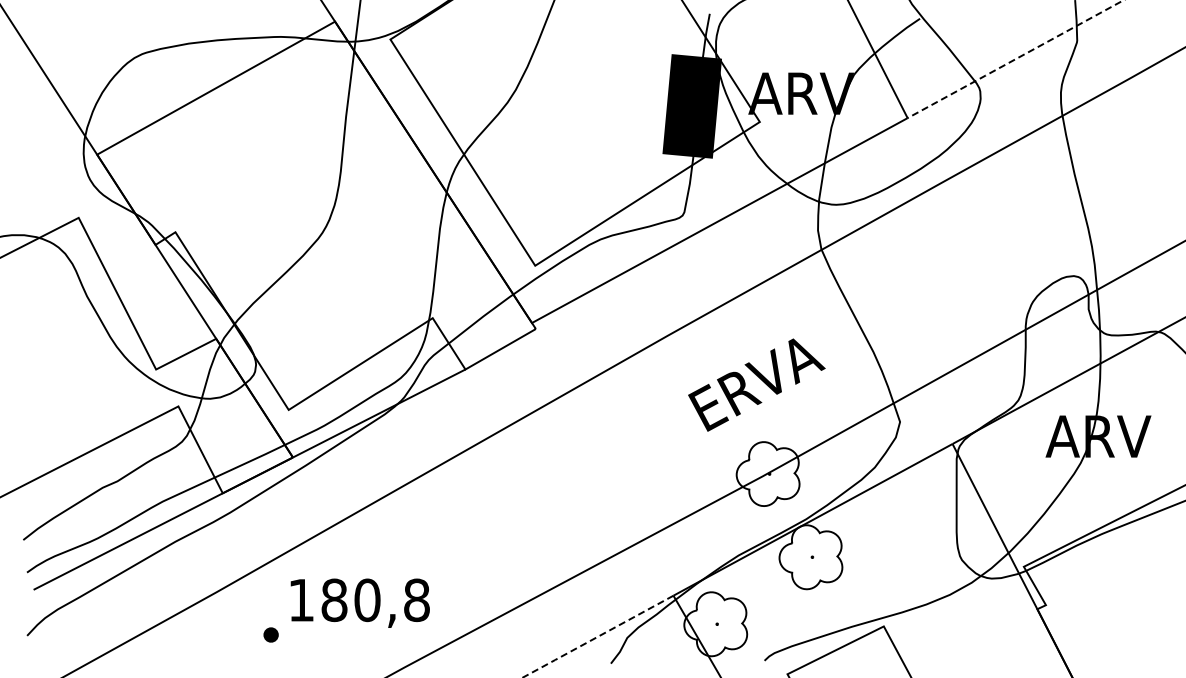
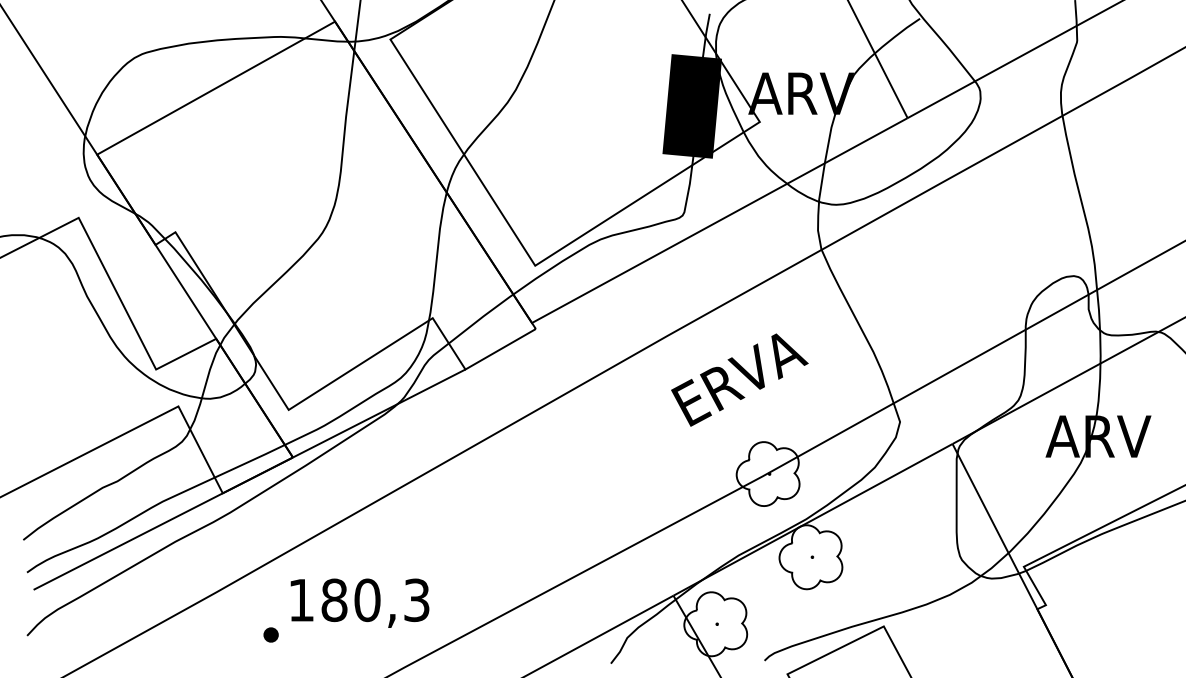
line at (1015, 59): dashed -> solid
text at (756, 384) position: (756, 384) -> (739, 379)
text at (416, 600): 180,8 -> 180,3
line at (597, 637): dashed -> solid
